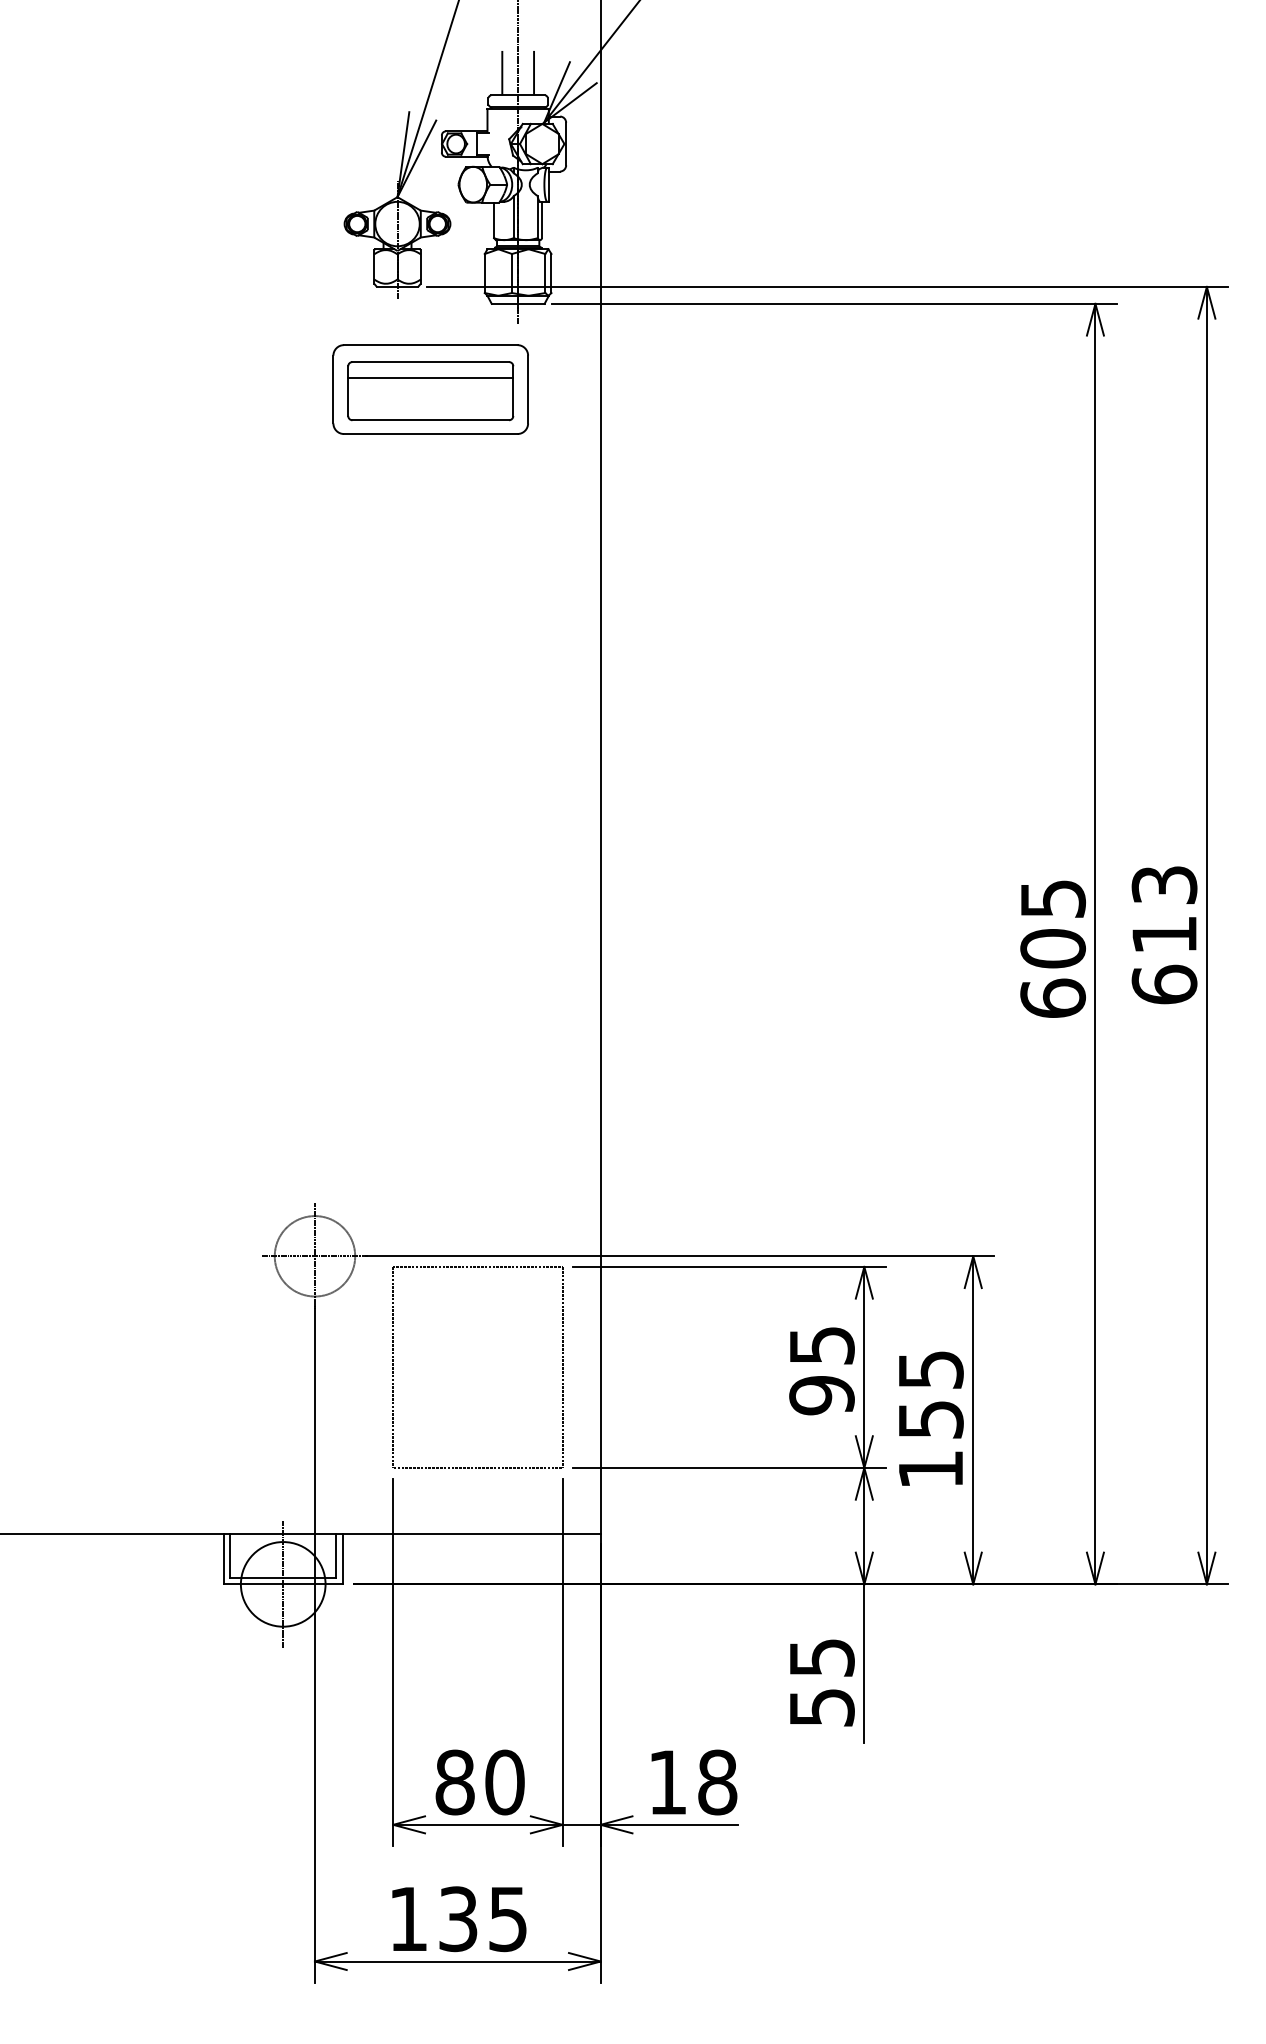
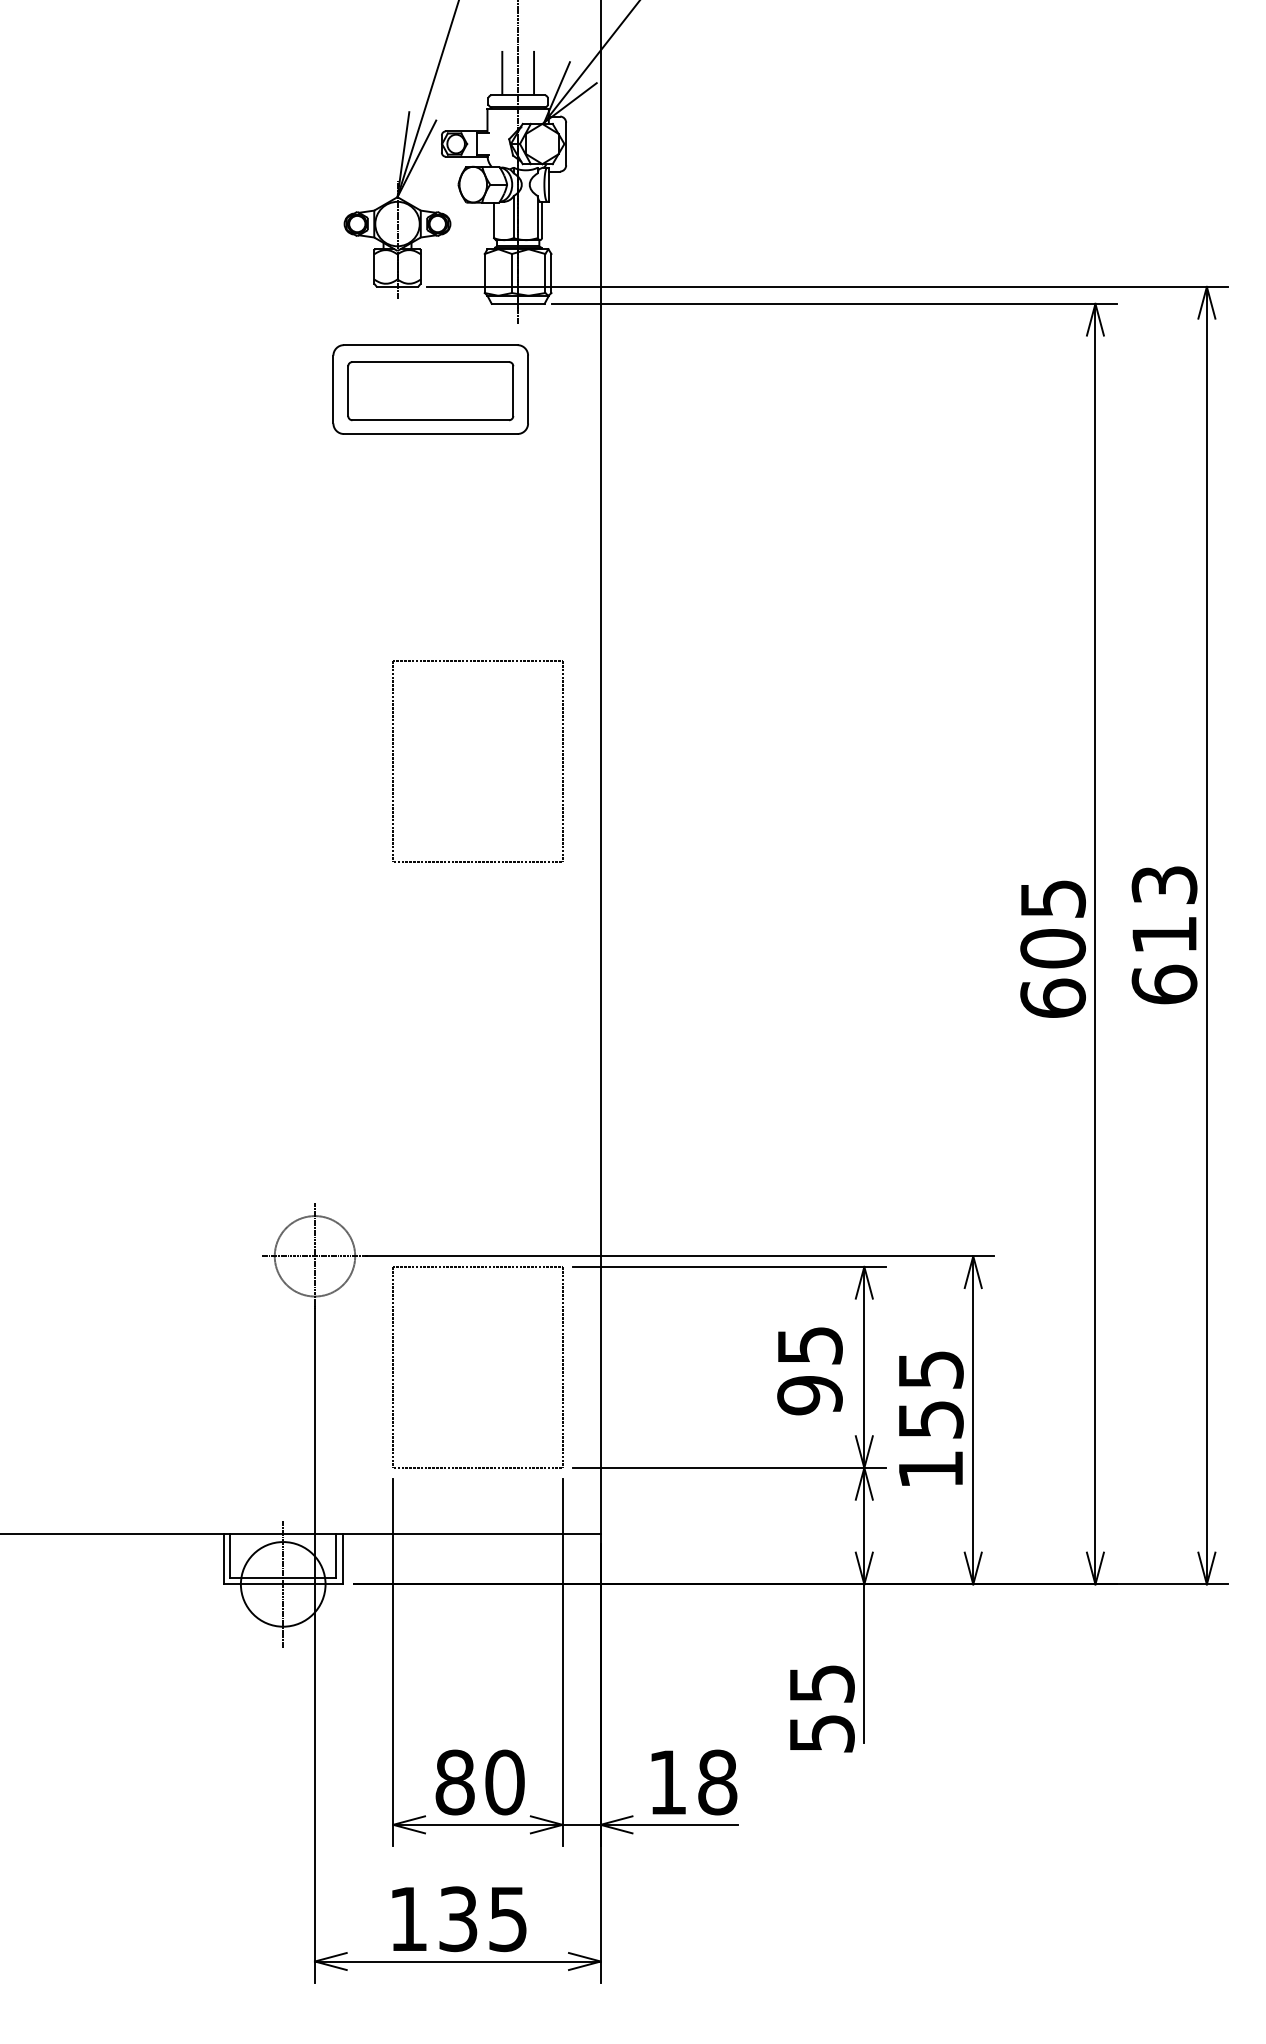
line at (430, 377): present -> none
part at (393, 761): none -> present
text at (821, 1371) position: (821, 1371) -> (809, 1371)
text at (822, 1682) position: (822, 1682) -> (822, 1708)
